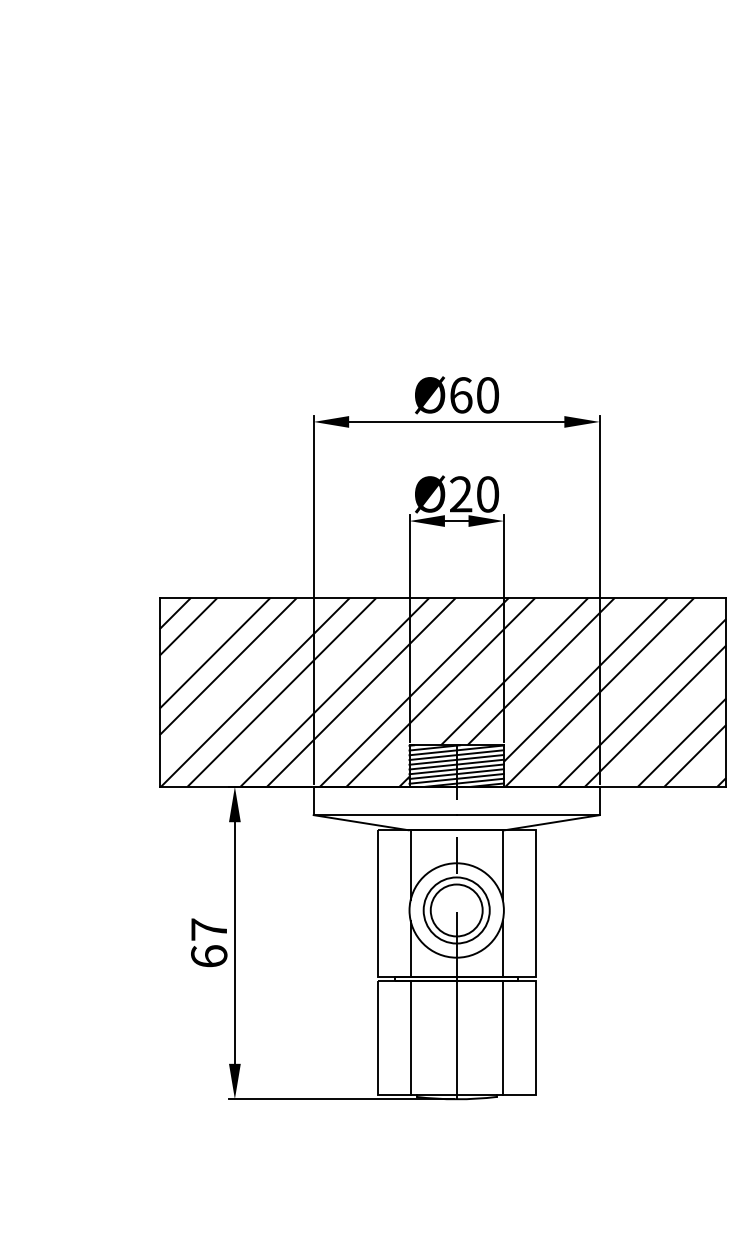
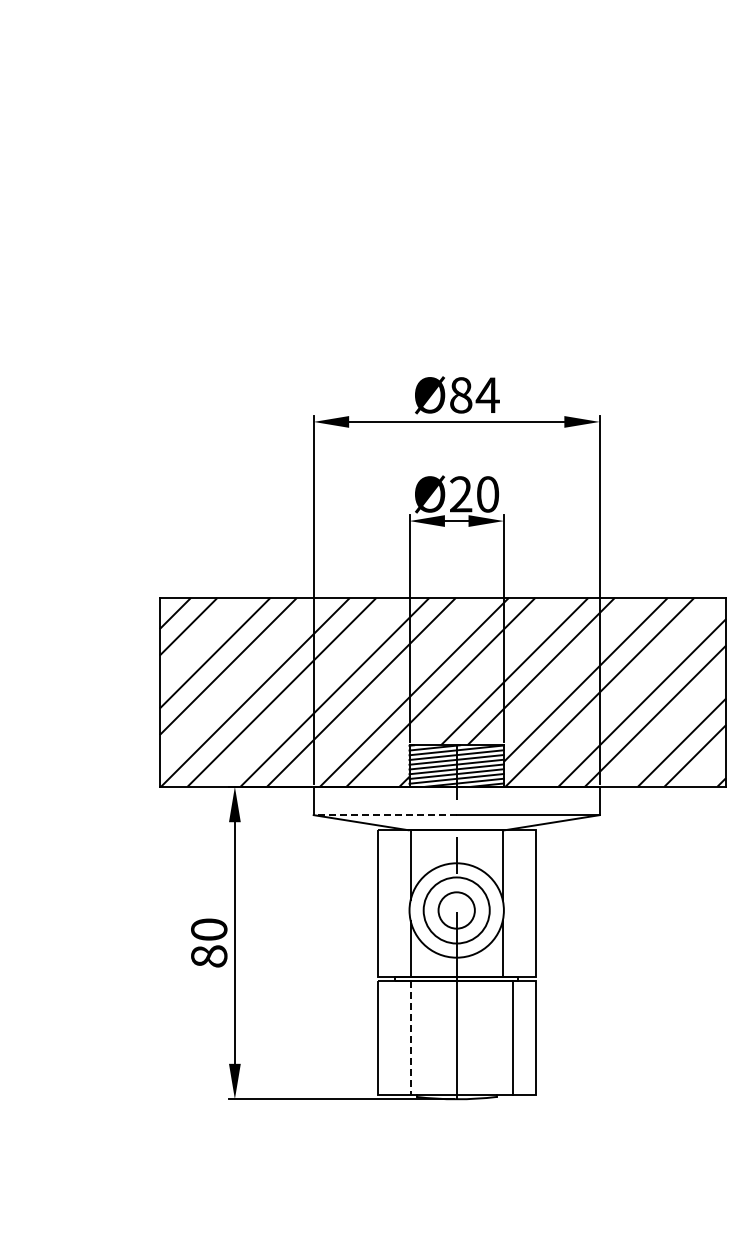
text at (474, 395): Ø60 -> Ø84
line at (385, 815): solid -> dashed
circle at (456, 910) diameter: 52 px -> 36 px
text at (209, 942): 67 -> 80
line at (410, 1037): solid -> dashed
line at (502, 1037) position: (502, 1037) -> (512, 1037)
